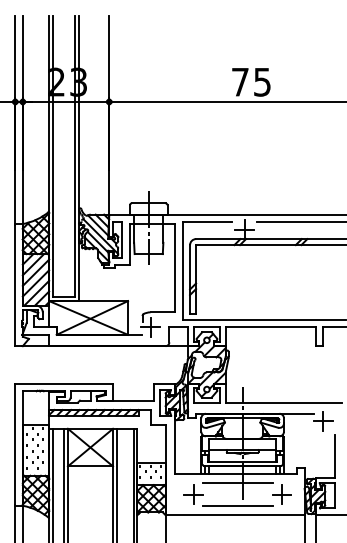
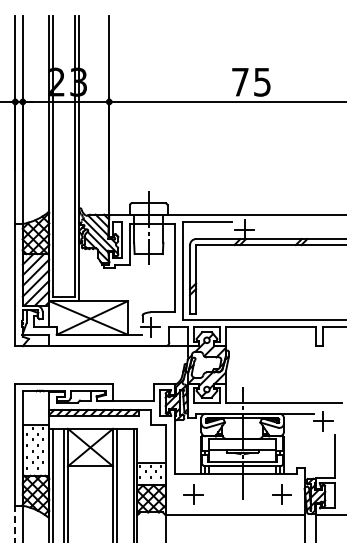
line at (300, 222): present -> none
line at (237, 483): present -> none
line at (237, 505): present -> none
line at (15, 523): solid -> dashed
